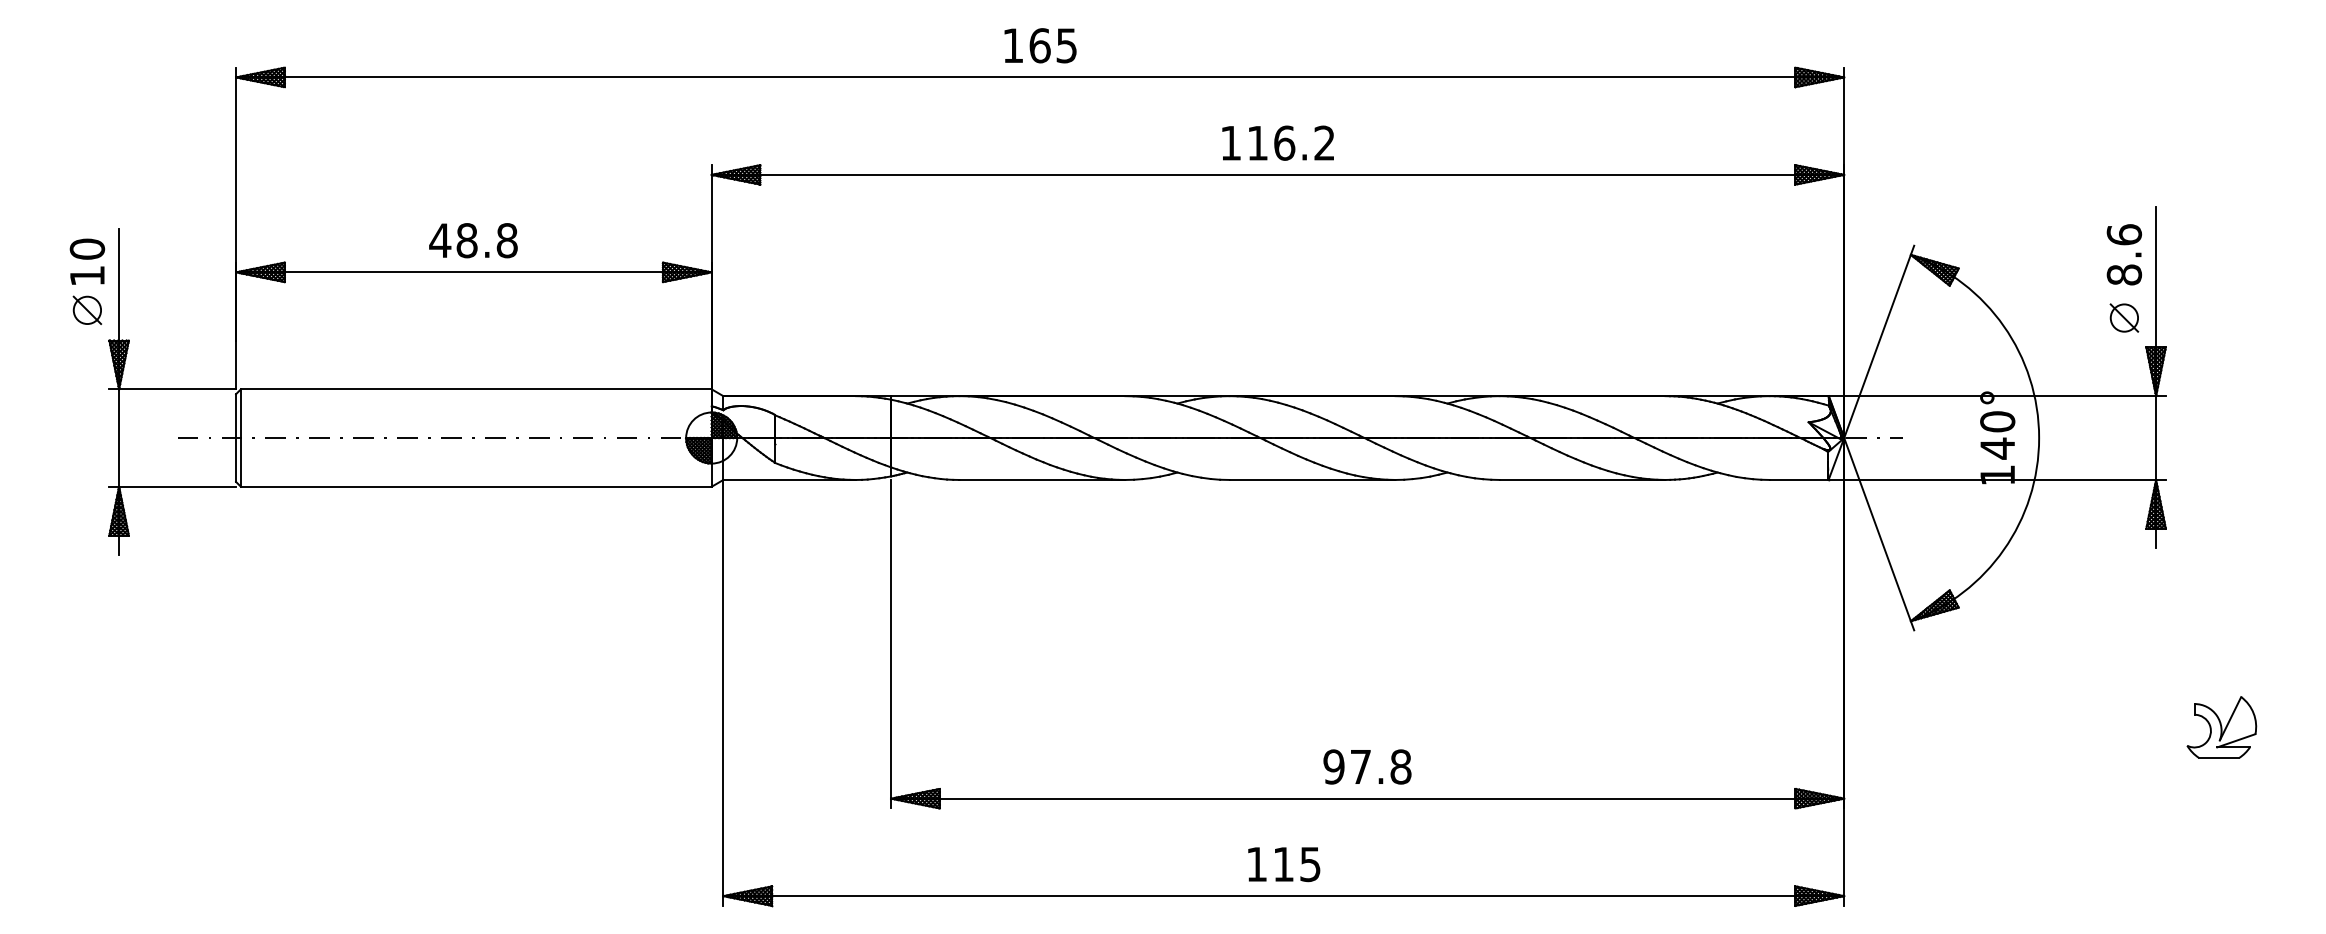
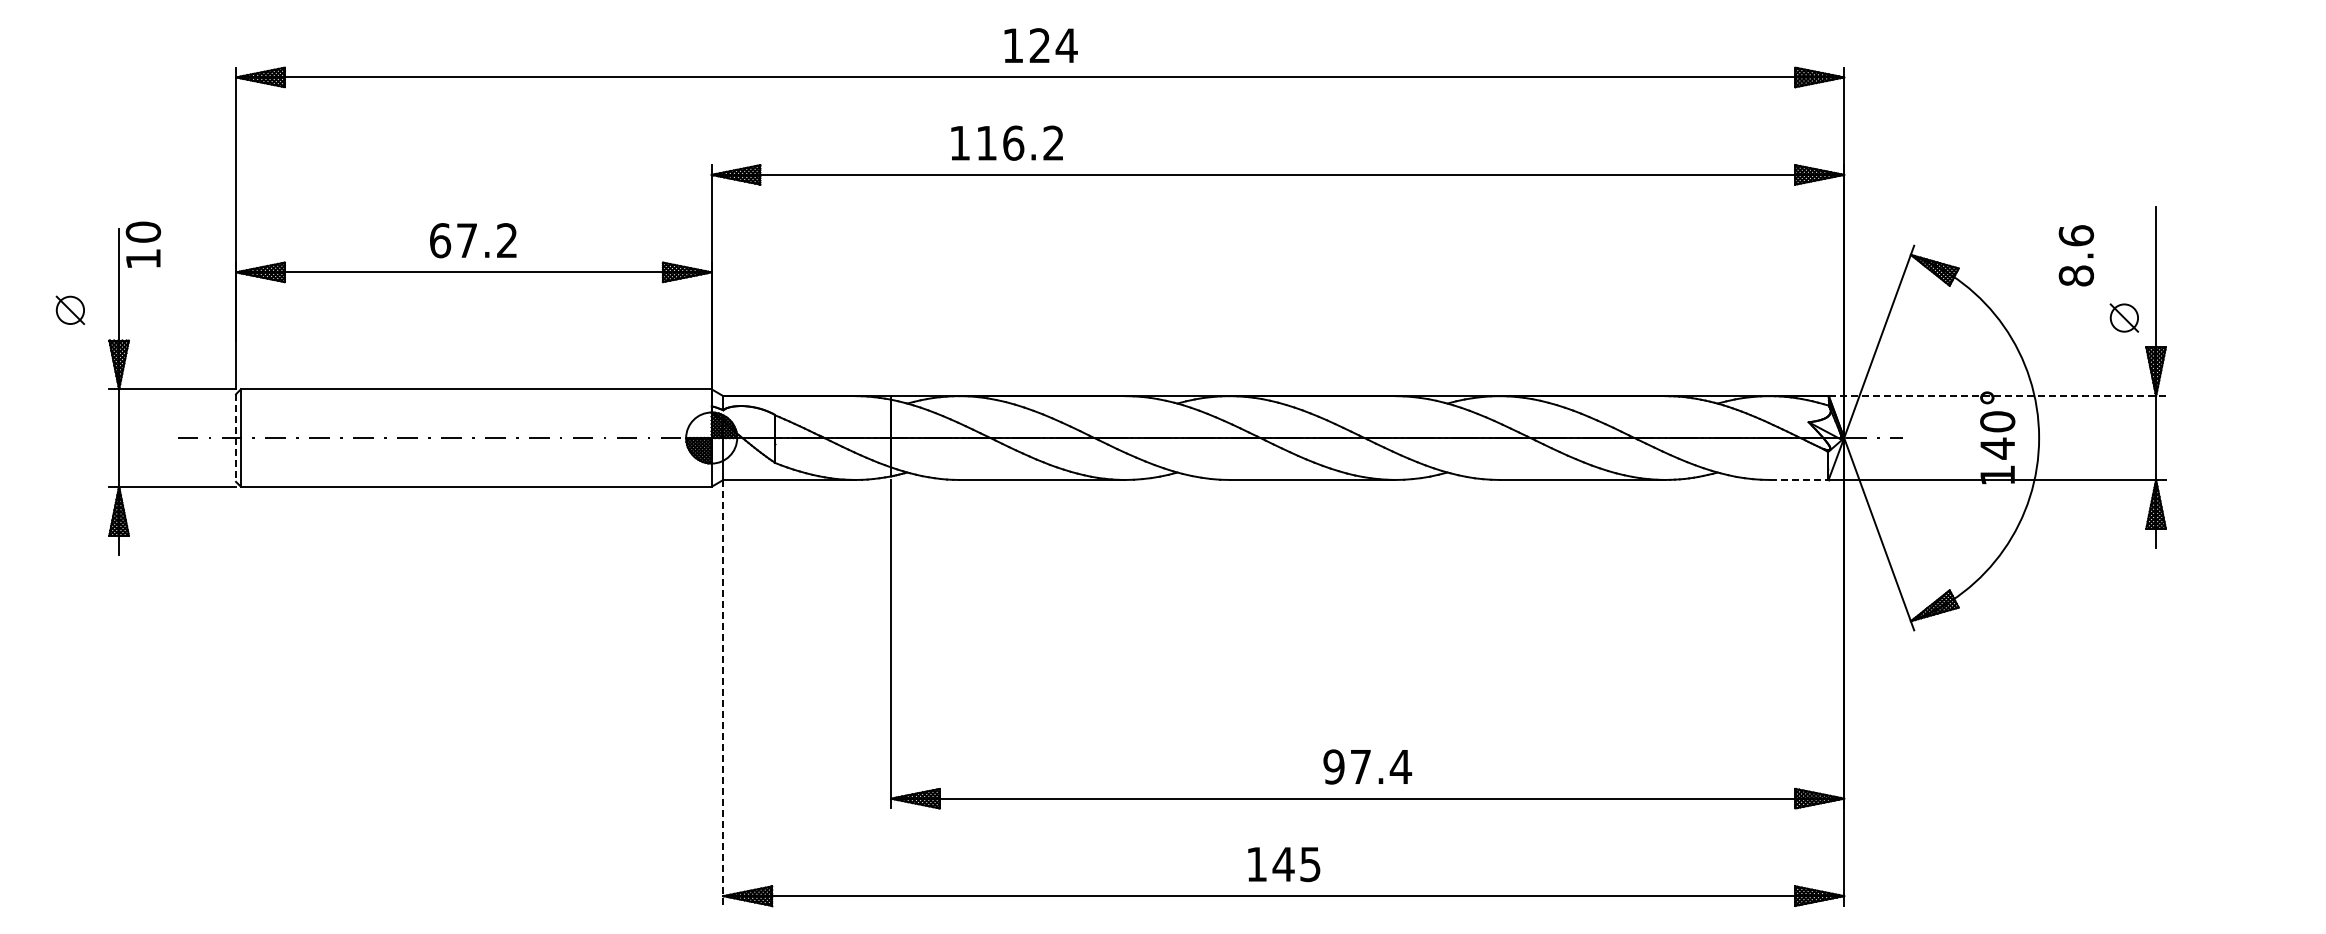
text at (1053, 45): 165 -> 124
text at (1277, 142) position: (1277, 142) -> (1006, 142)
text at (473, 240): 48.8 -> 67.2
text at (2124, 254) position: (2124, 254) -> (2076, 255)
text at (87, 261) position: (87, 261) -> (143, 244)
part at (86, 309) position: (86, 309) -> (69, 309)
line at (1996, 396): solid -> dashed
line at (236, 438): solid -> dashed
line at (1799, 479): solid -> dashed
line at (723, 692): solid -> dashed
part at (2221, 727): present -> none
text at (1400, 766): 97.8 -> 97.4
text at (1283, 864): 115 -> 145
